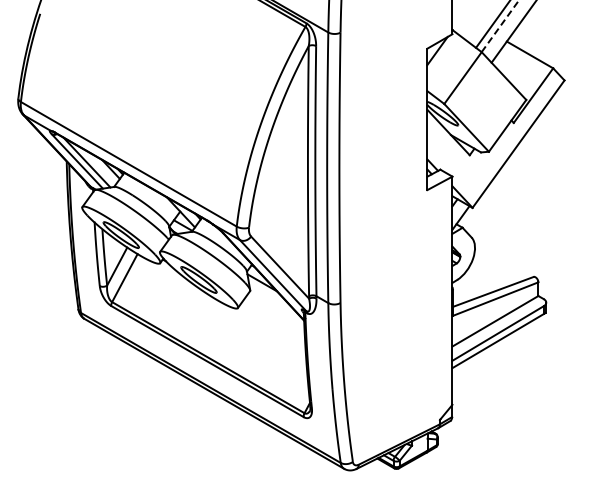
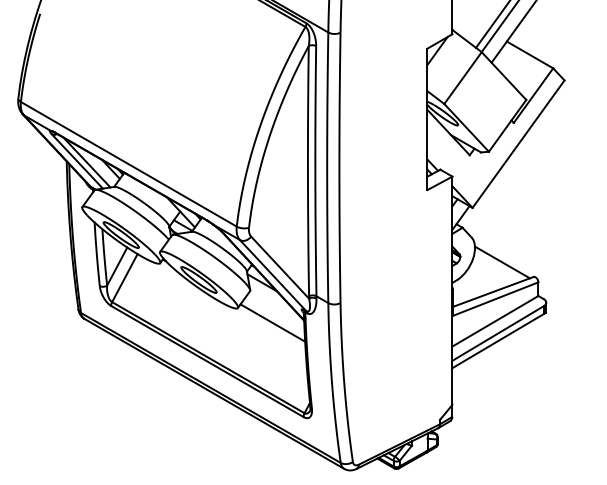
line at (500, 26): dashed -> solid
line at (502, 262): none -> present
line at (272, 322): none -> present
